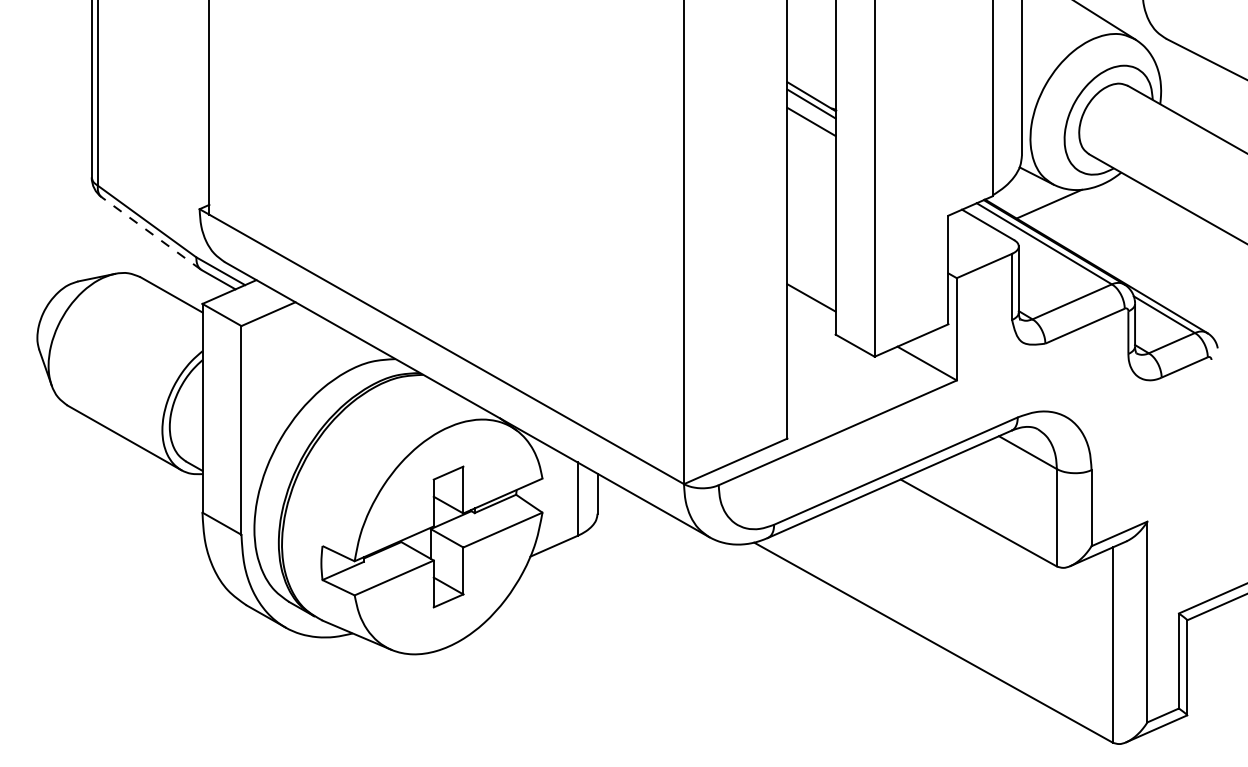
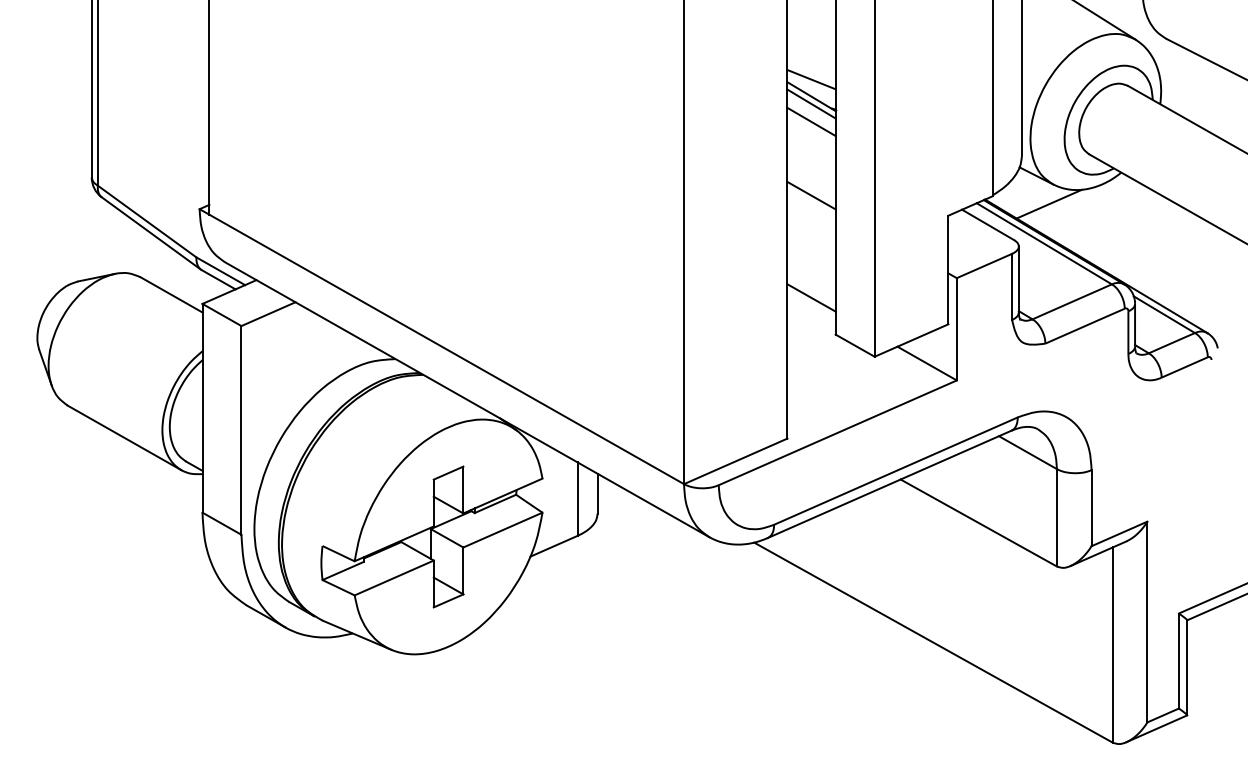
line at (811, 79): none -> present
line at (811, 195): none -> present
line at (151, 233): dashed -> solid
